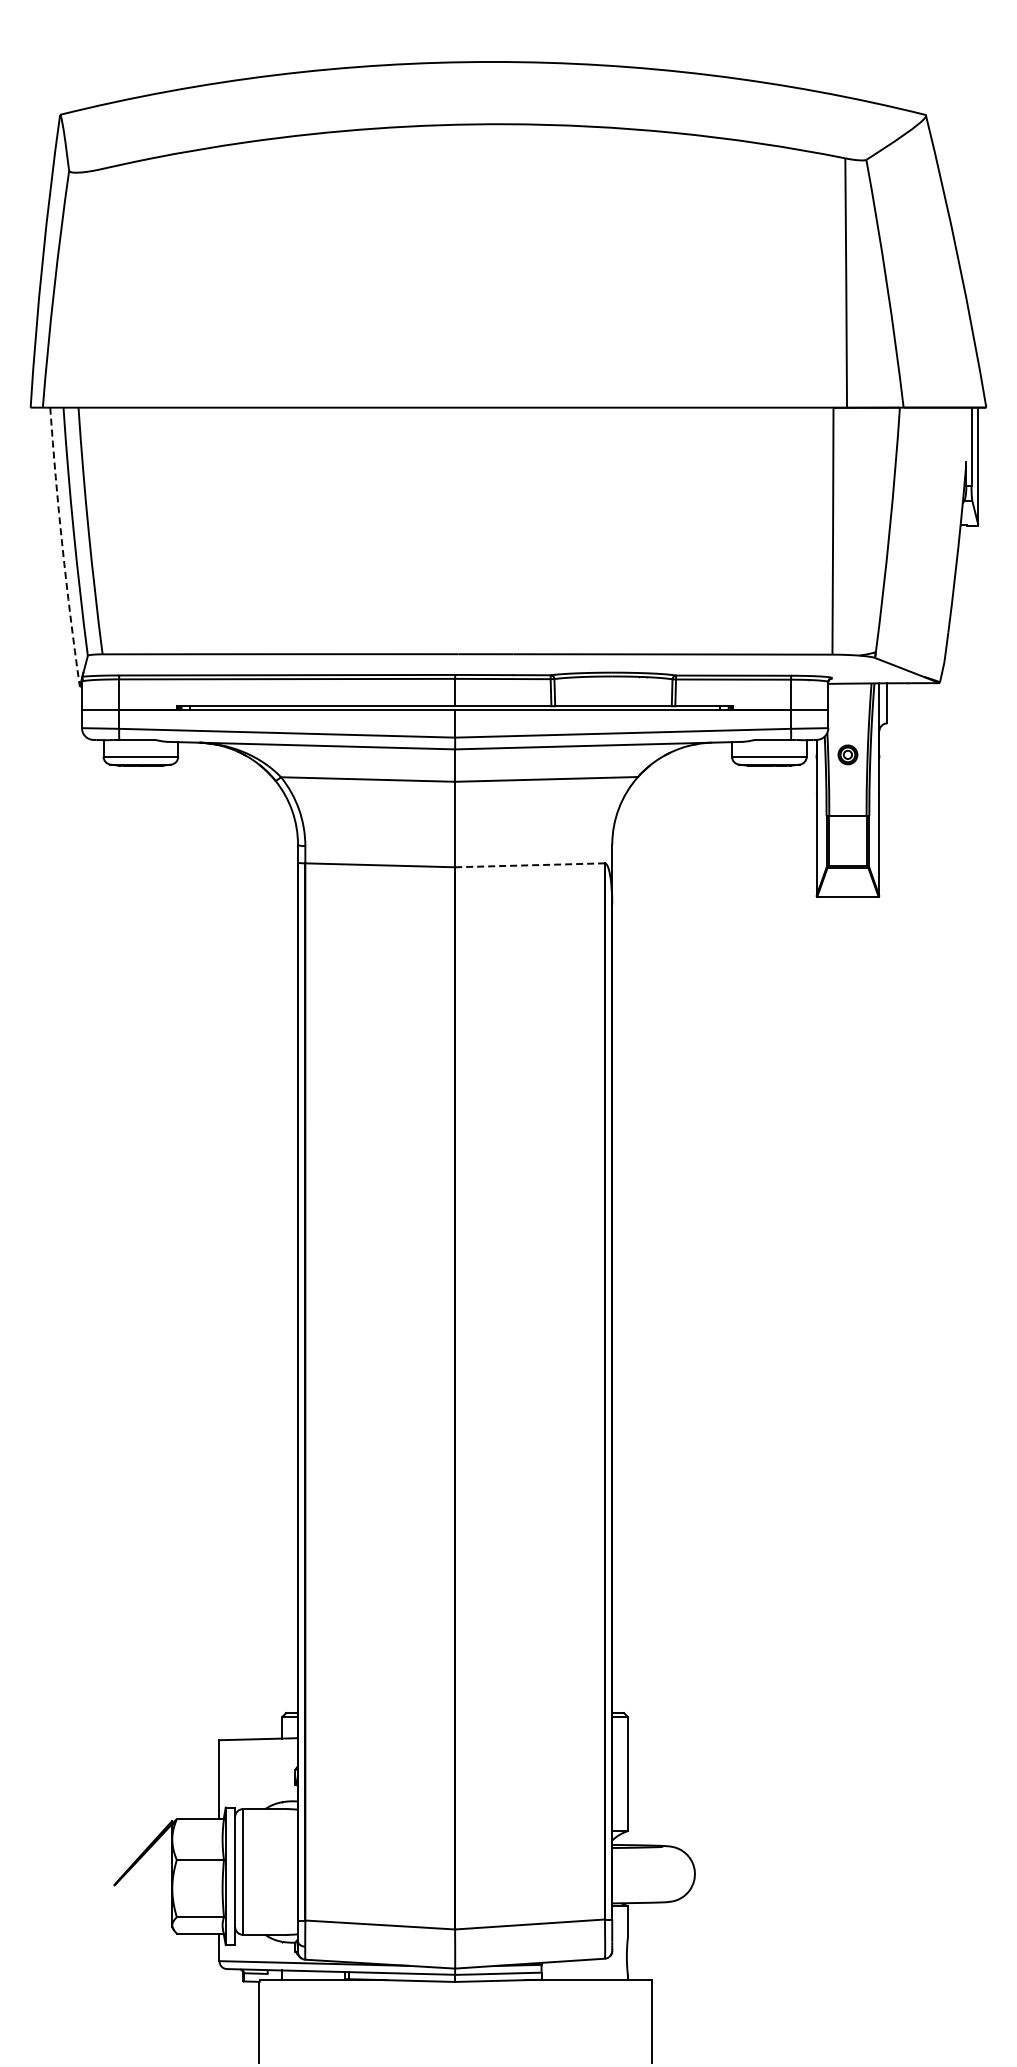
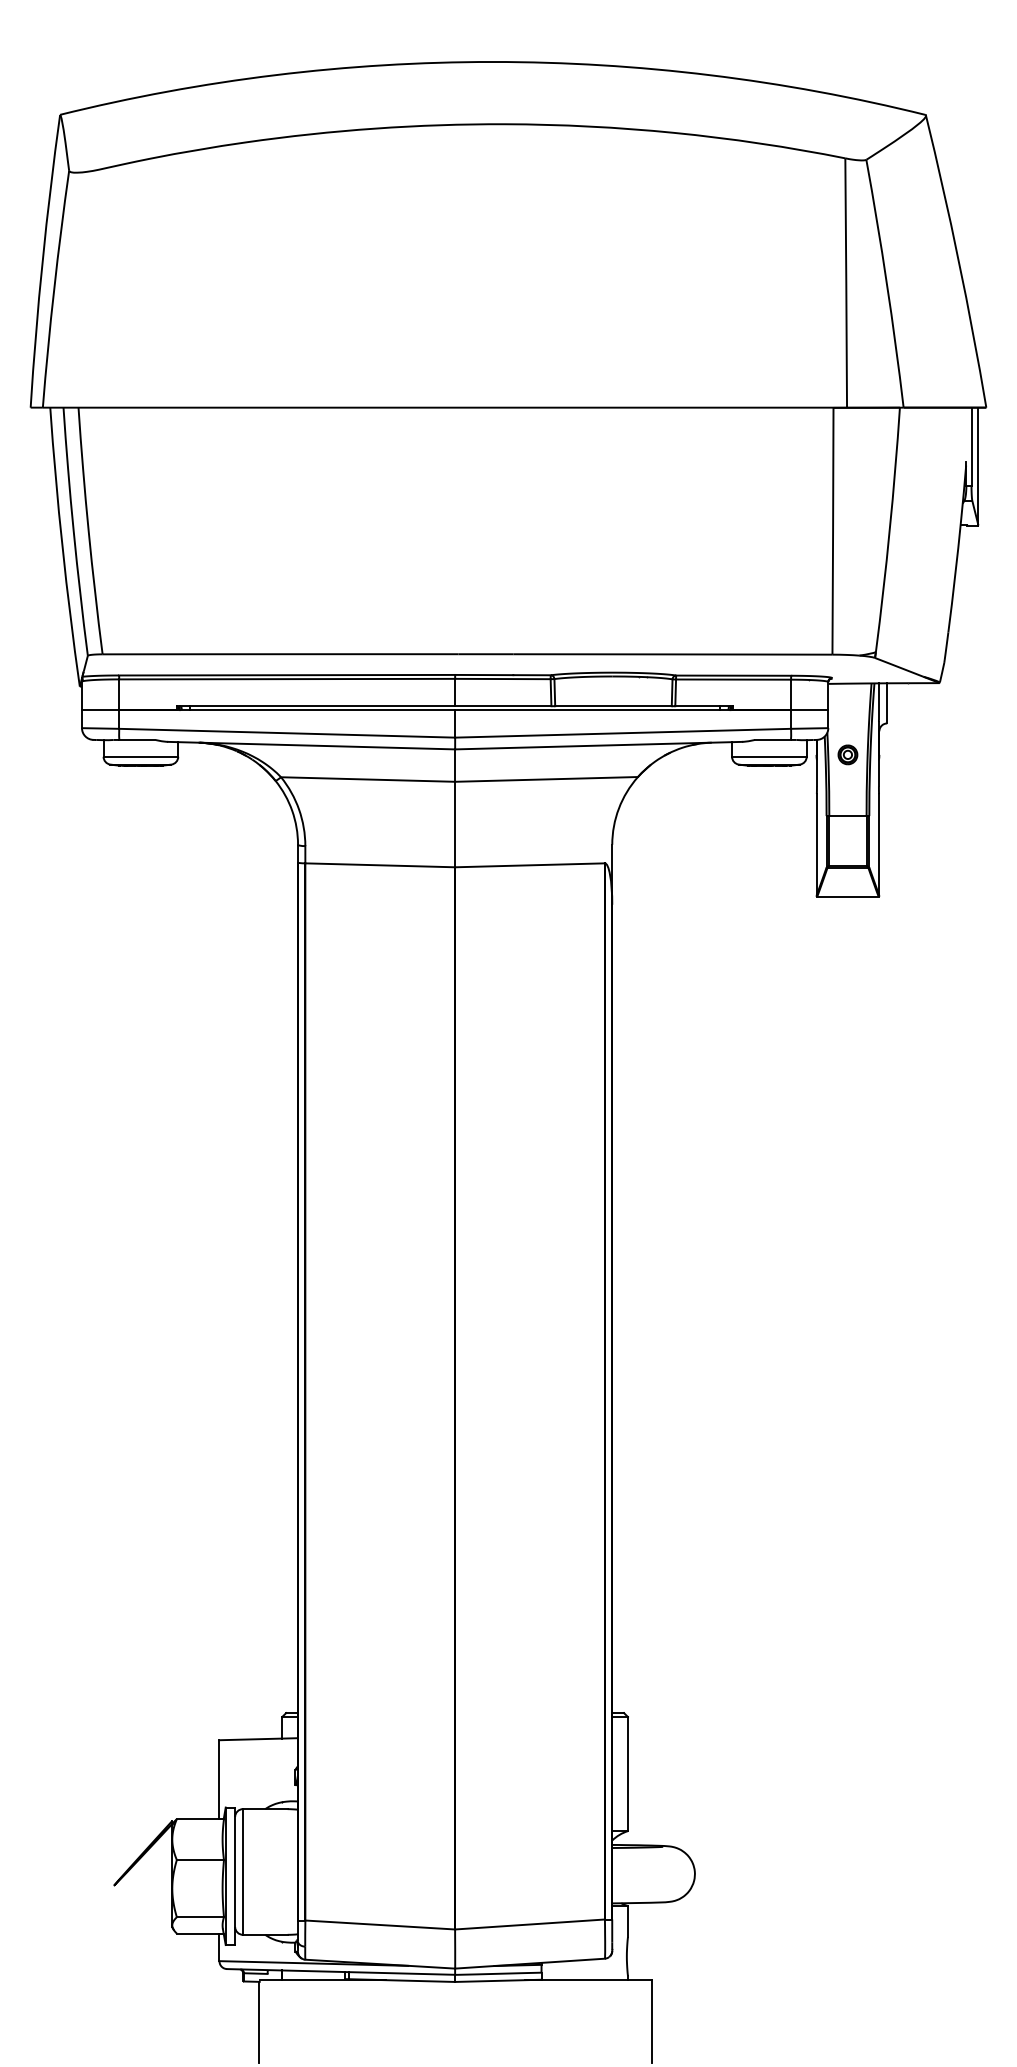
arc at (62, 547): dashed -> solid
line at (530, 865): dashed -> solid
